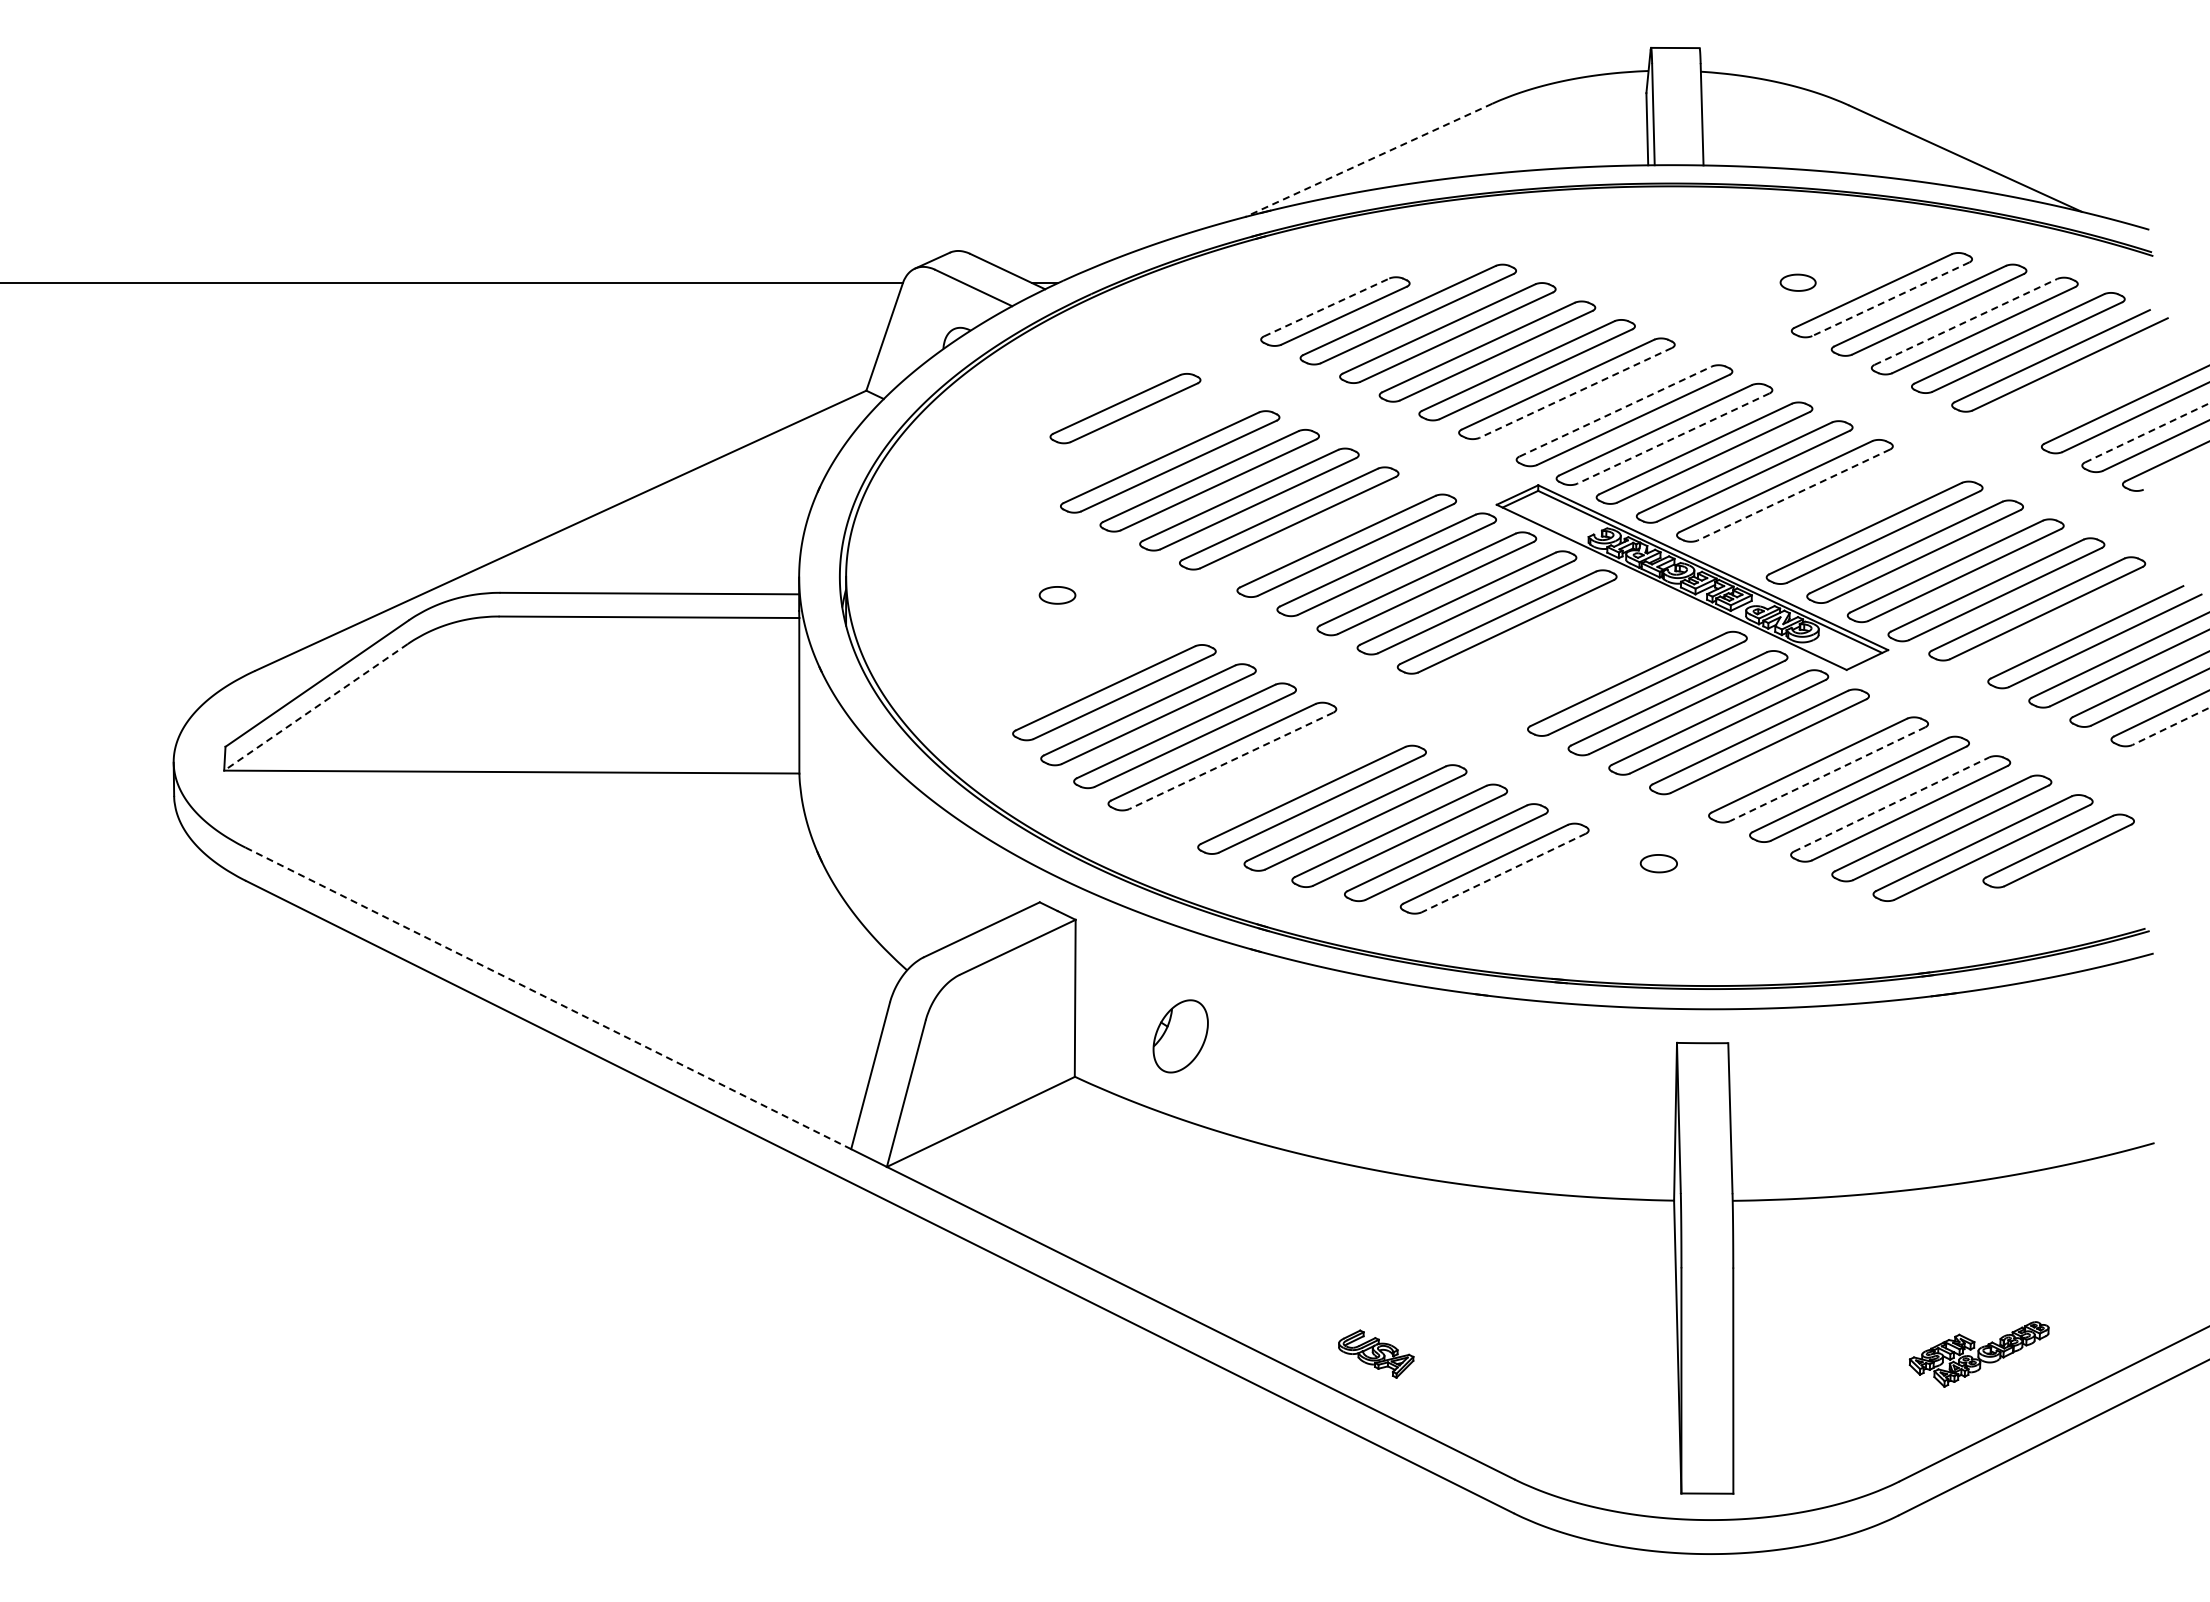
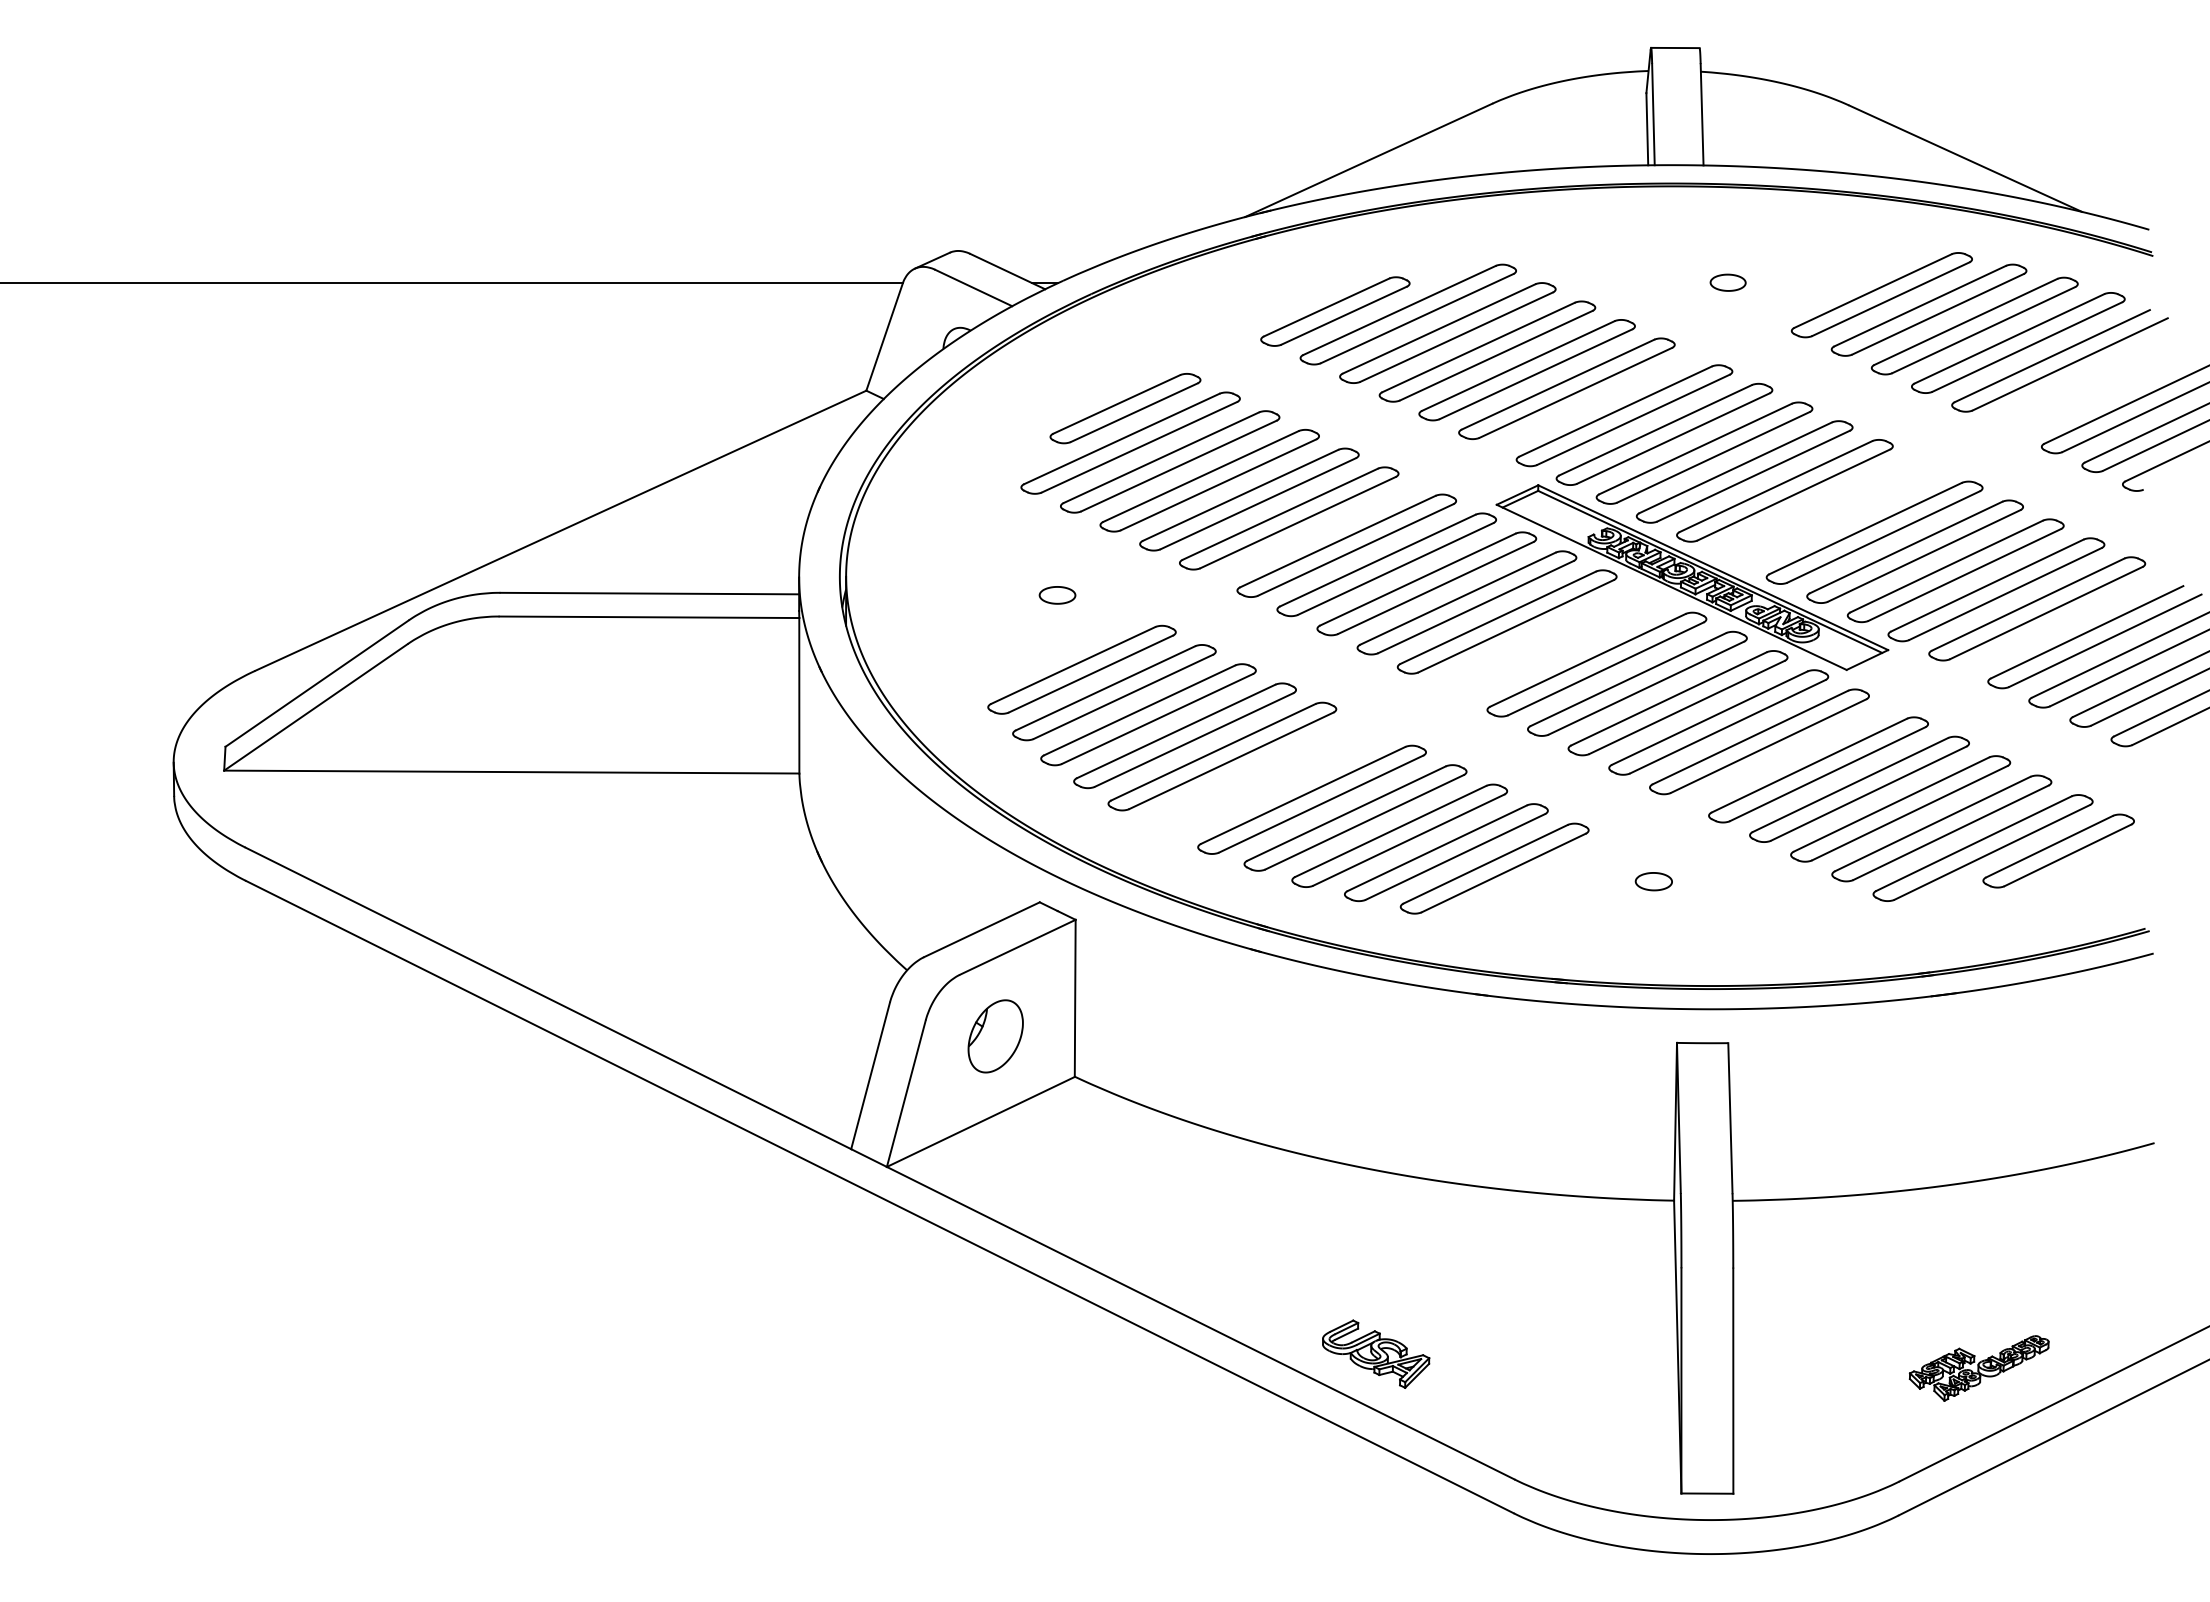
line at (1368, 160): dashed -> solid
part at (1797, 282) position: (1797, 282) -> (1727, 282)
line at (1890, 299): dashed -> solid
line at (1326, 307): dashed -> solid
line at (1965, 321): dashed -> solid
line at (1575, 393): dashed -> solid
line at (1616, 411): dashed -> solid
line at (2147, 432): dashed -> solid
line at (1672, 438): dashed -> solid
part at (1130, 442): none -> present
line at (1793, 495): dashed -> solid
part at (1596, 664): none -> present
part at (1081, 669): none -> present
line at (315, 707): dashed -> solid
line at (2171, 726): dashed -> solid
line at (1231, 760): dashed -> solid
line at (1827, 774): dashed -> solid
line at (1891, 804): dashed -> solid
part at (1658, 863) position: (1658, 863) -> (1653, 881)
line at (1503, 873): dashed -> solid
line at (548, 998): dashed -> solid
part at (1180, 1036) position: (1180, 1036) -> (995, 1036)
part at (1376, 1353) size: 77x50 px -> 109x70 px
part at (1978, 1354) position: (1978, 1354) -> (1978, 1368)
